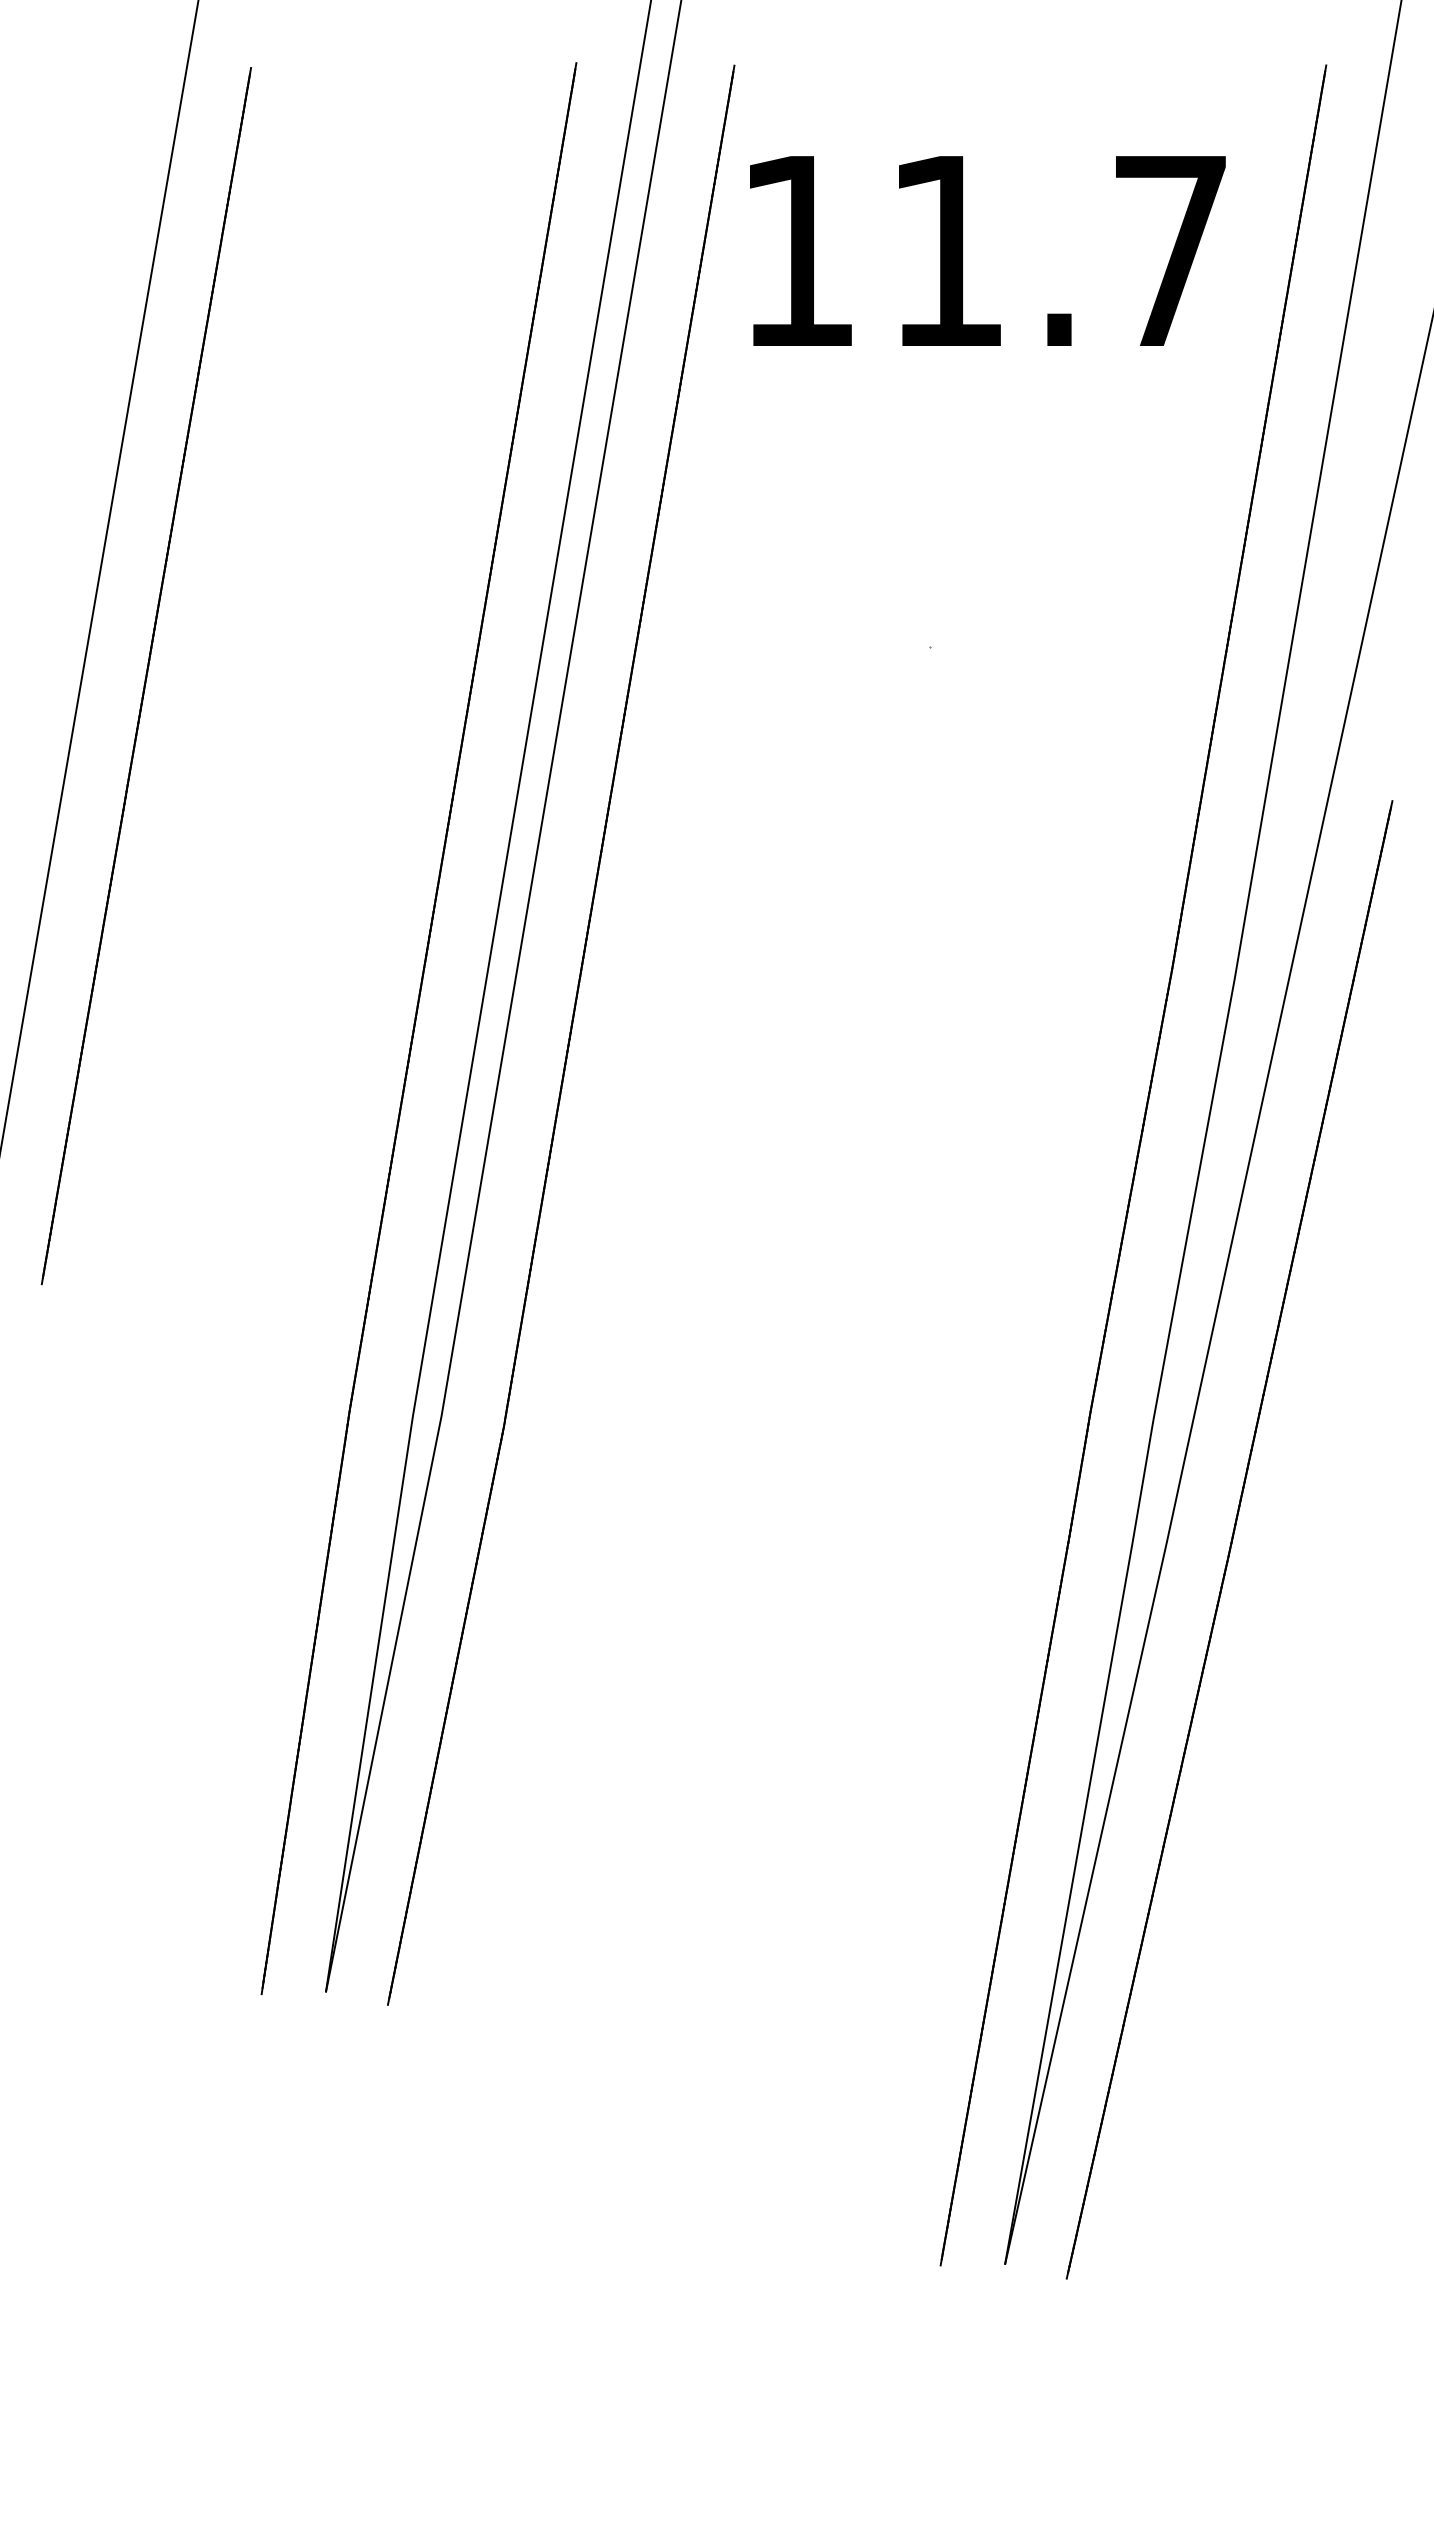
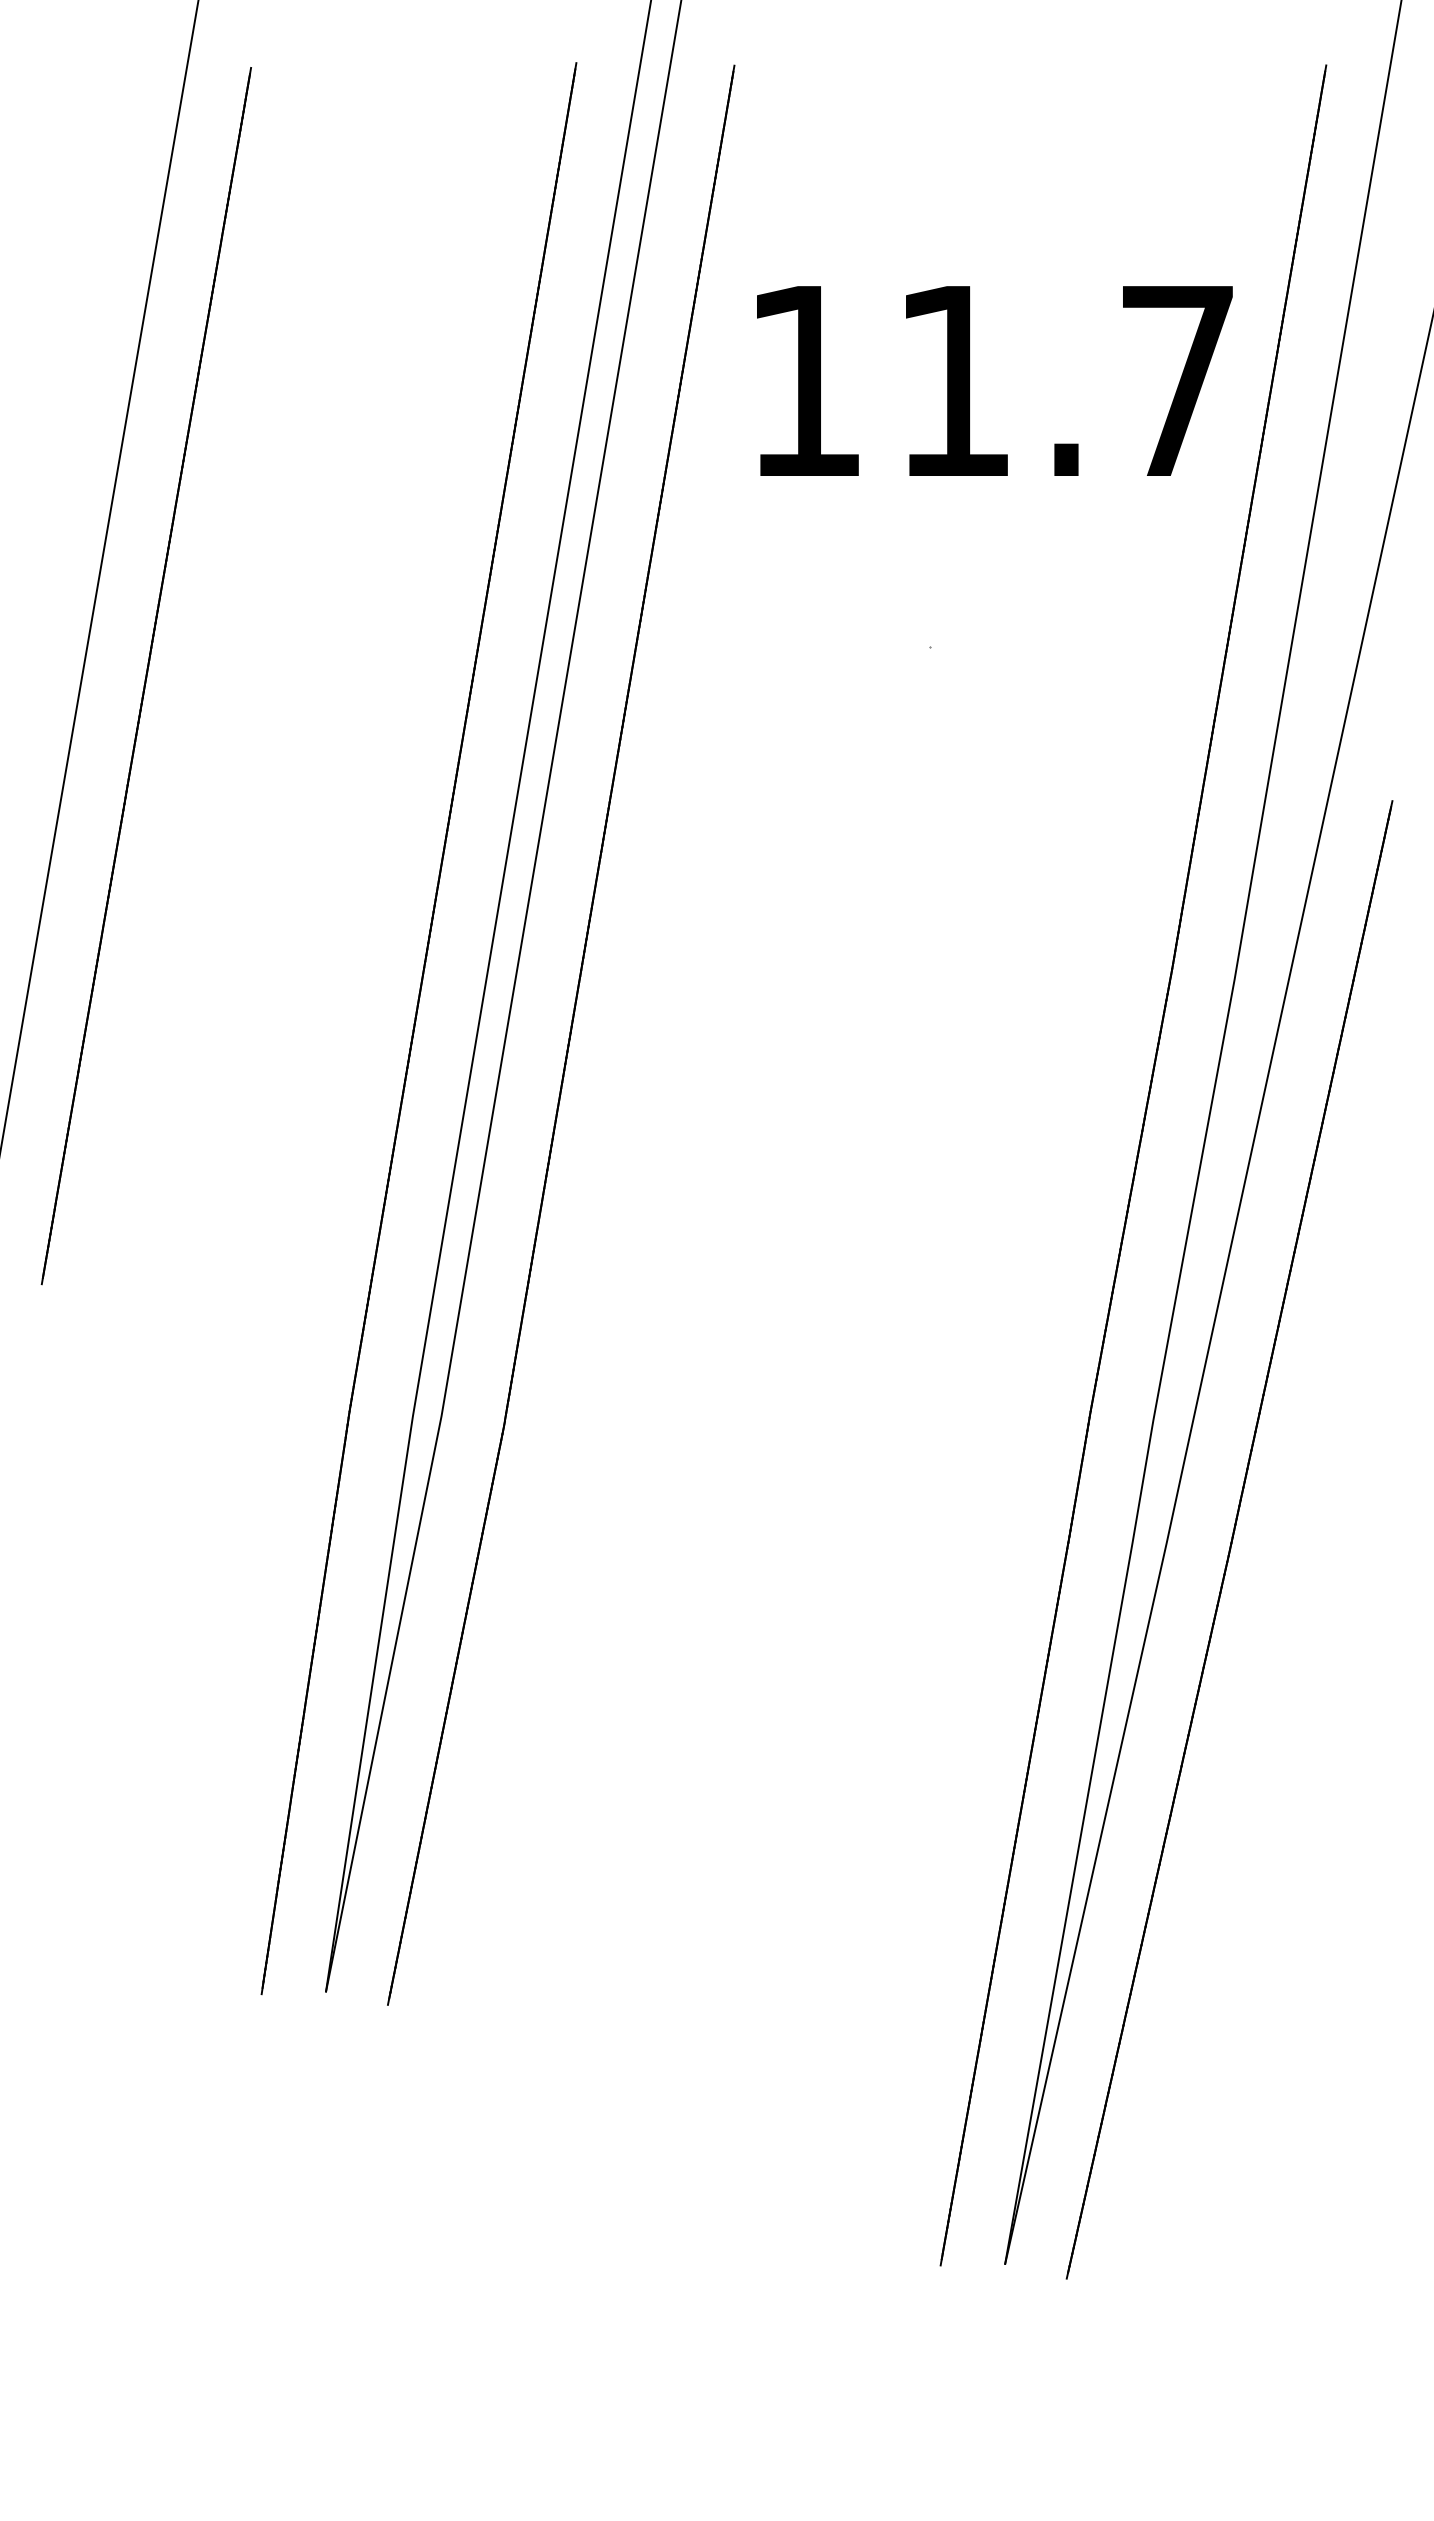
text at (987, 250) position: (987, 250) -> (994, 380)
